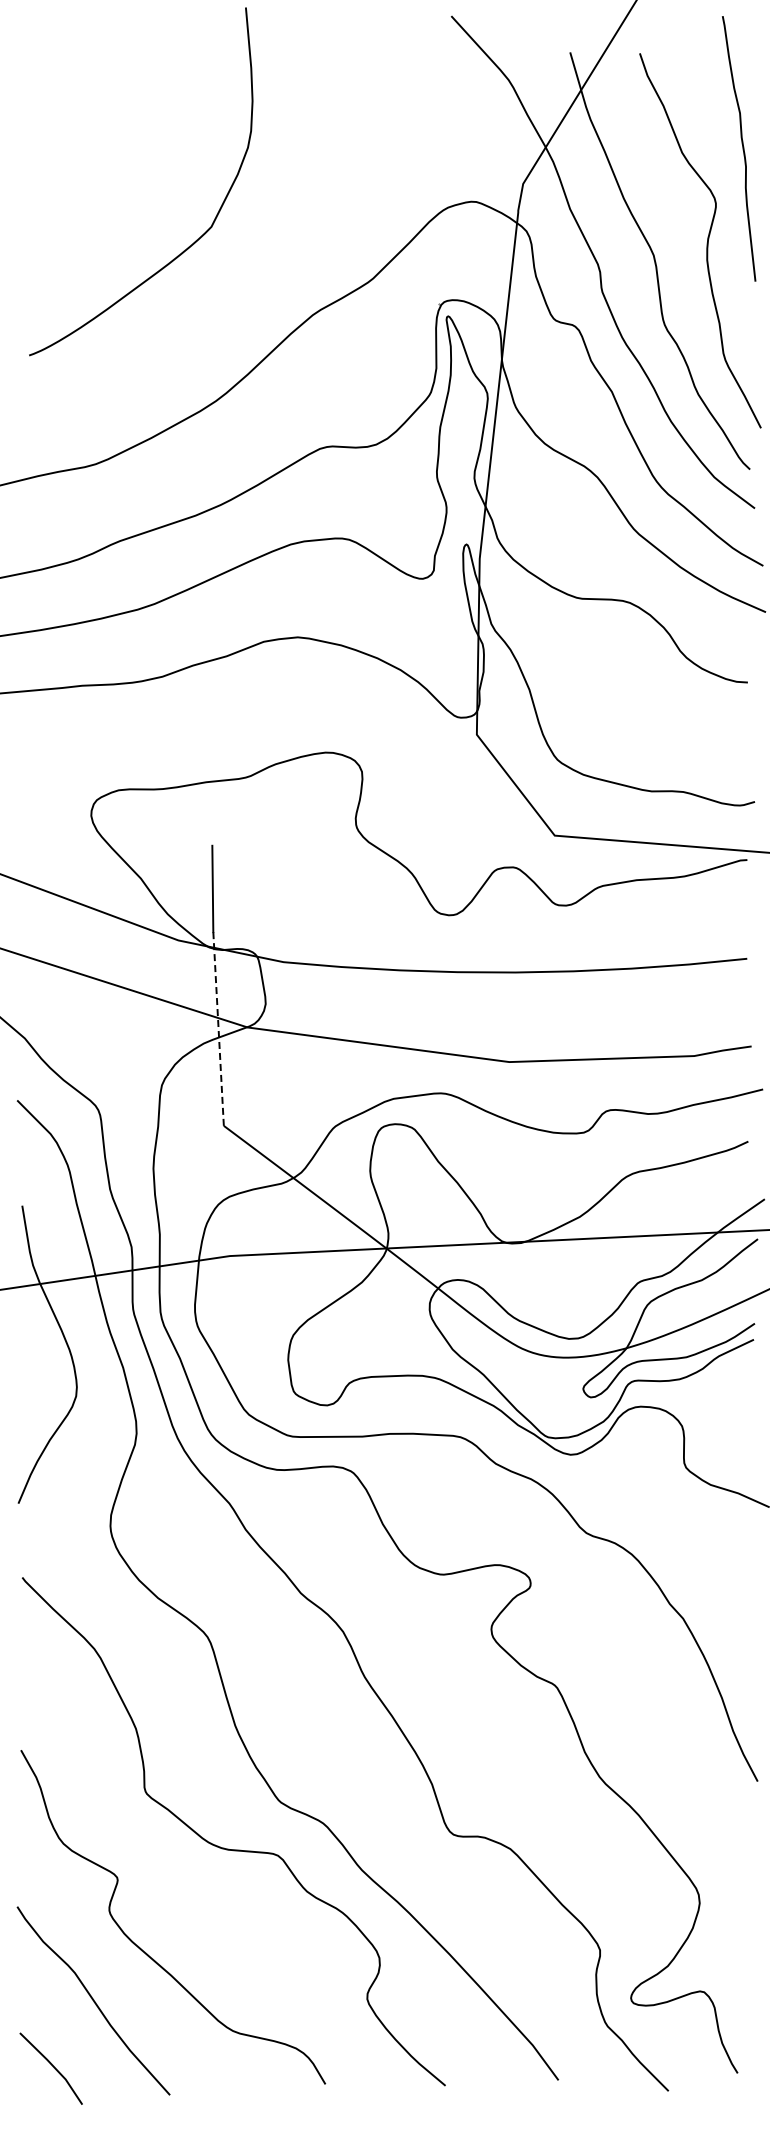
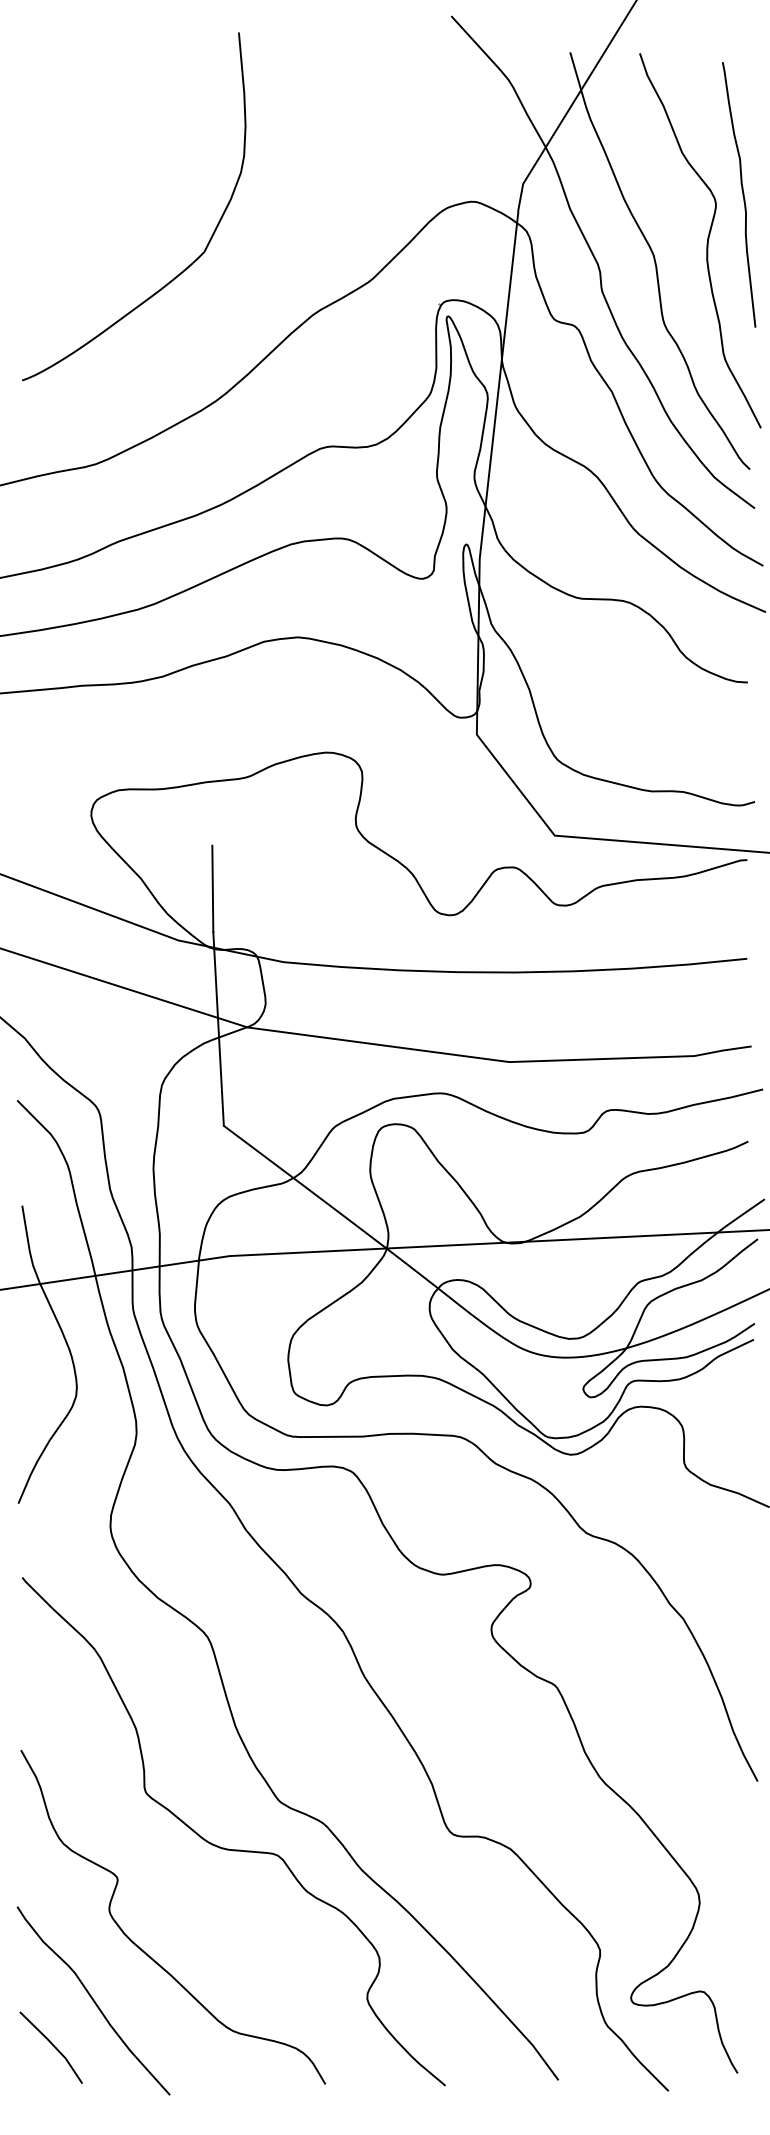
curve at (742, 148) position: (742, 148) -> (742, 194)
curve at (196, 239) position: (196, 239) -> (189, 264)
line at (218, 1029): dashed -> solid
line at (52, 2066) position: (52, 2066) -> (52, 2045)
